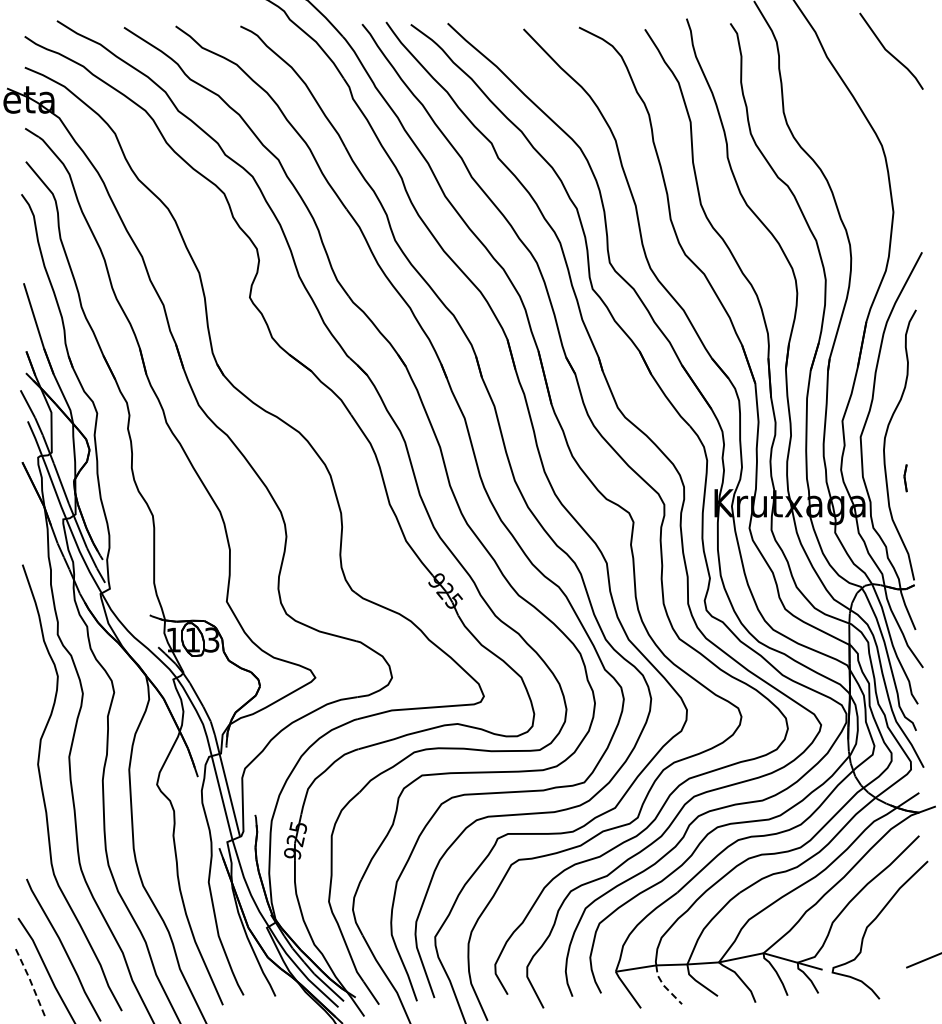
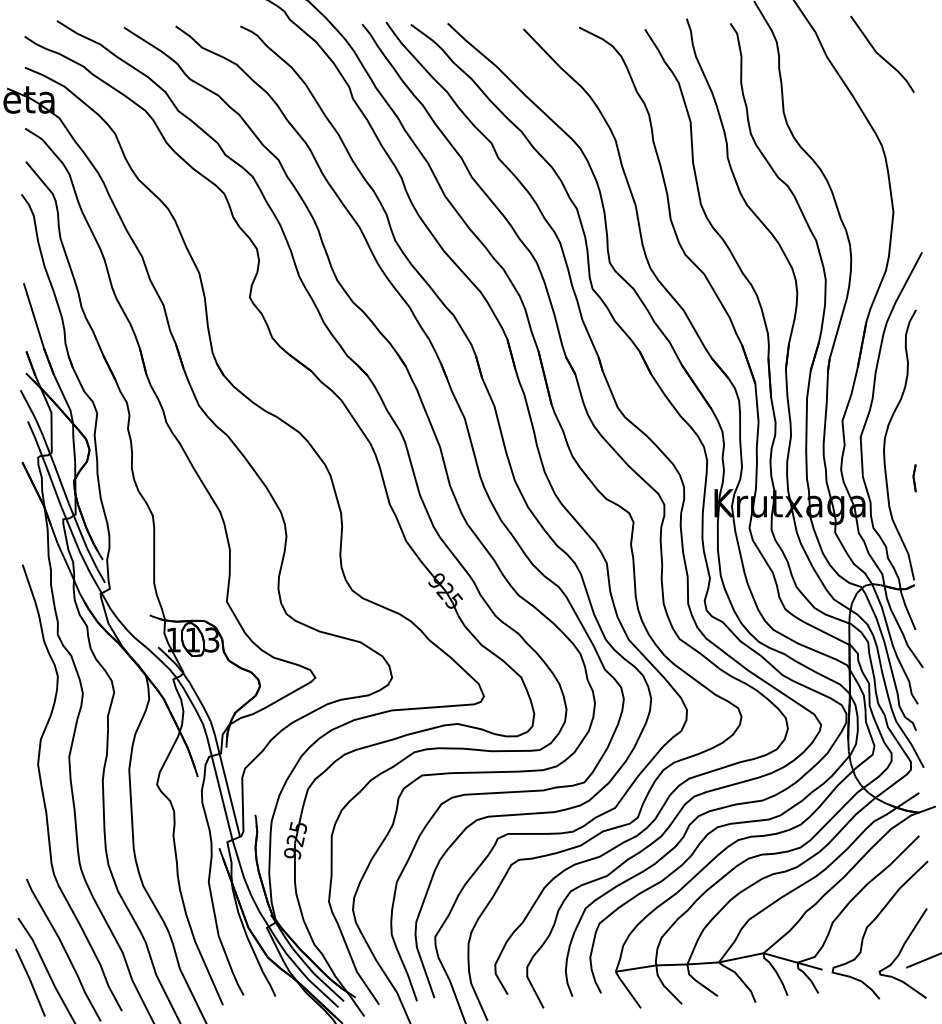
line at (889, 51) position: (889, 51) -> (880, 54)
part at (905, 478) position: (905, 478) -> (914, 478)
curve at (900, 953): none -> present
line at (31, 982): dashed -> solid
line at (664, 986): dashed -> solid
